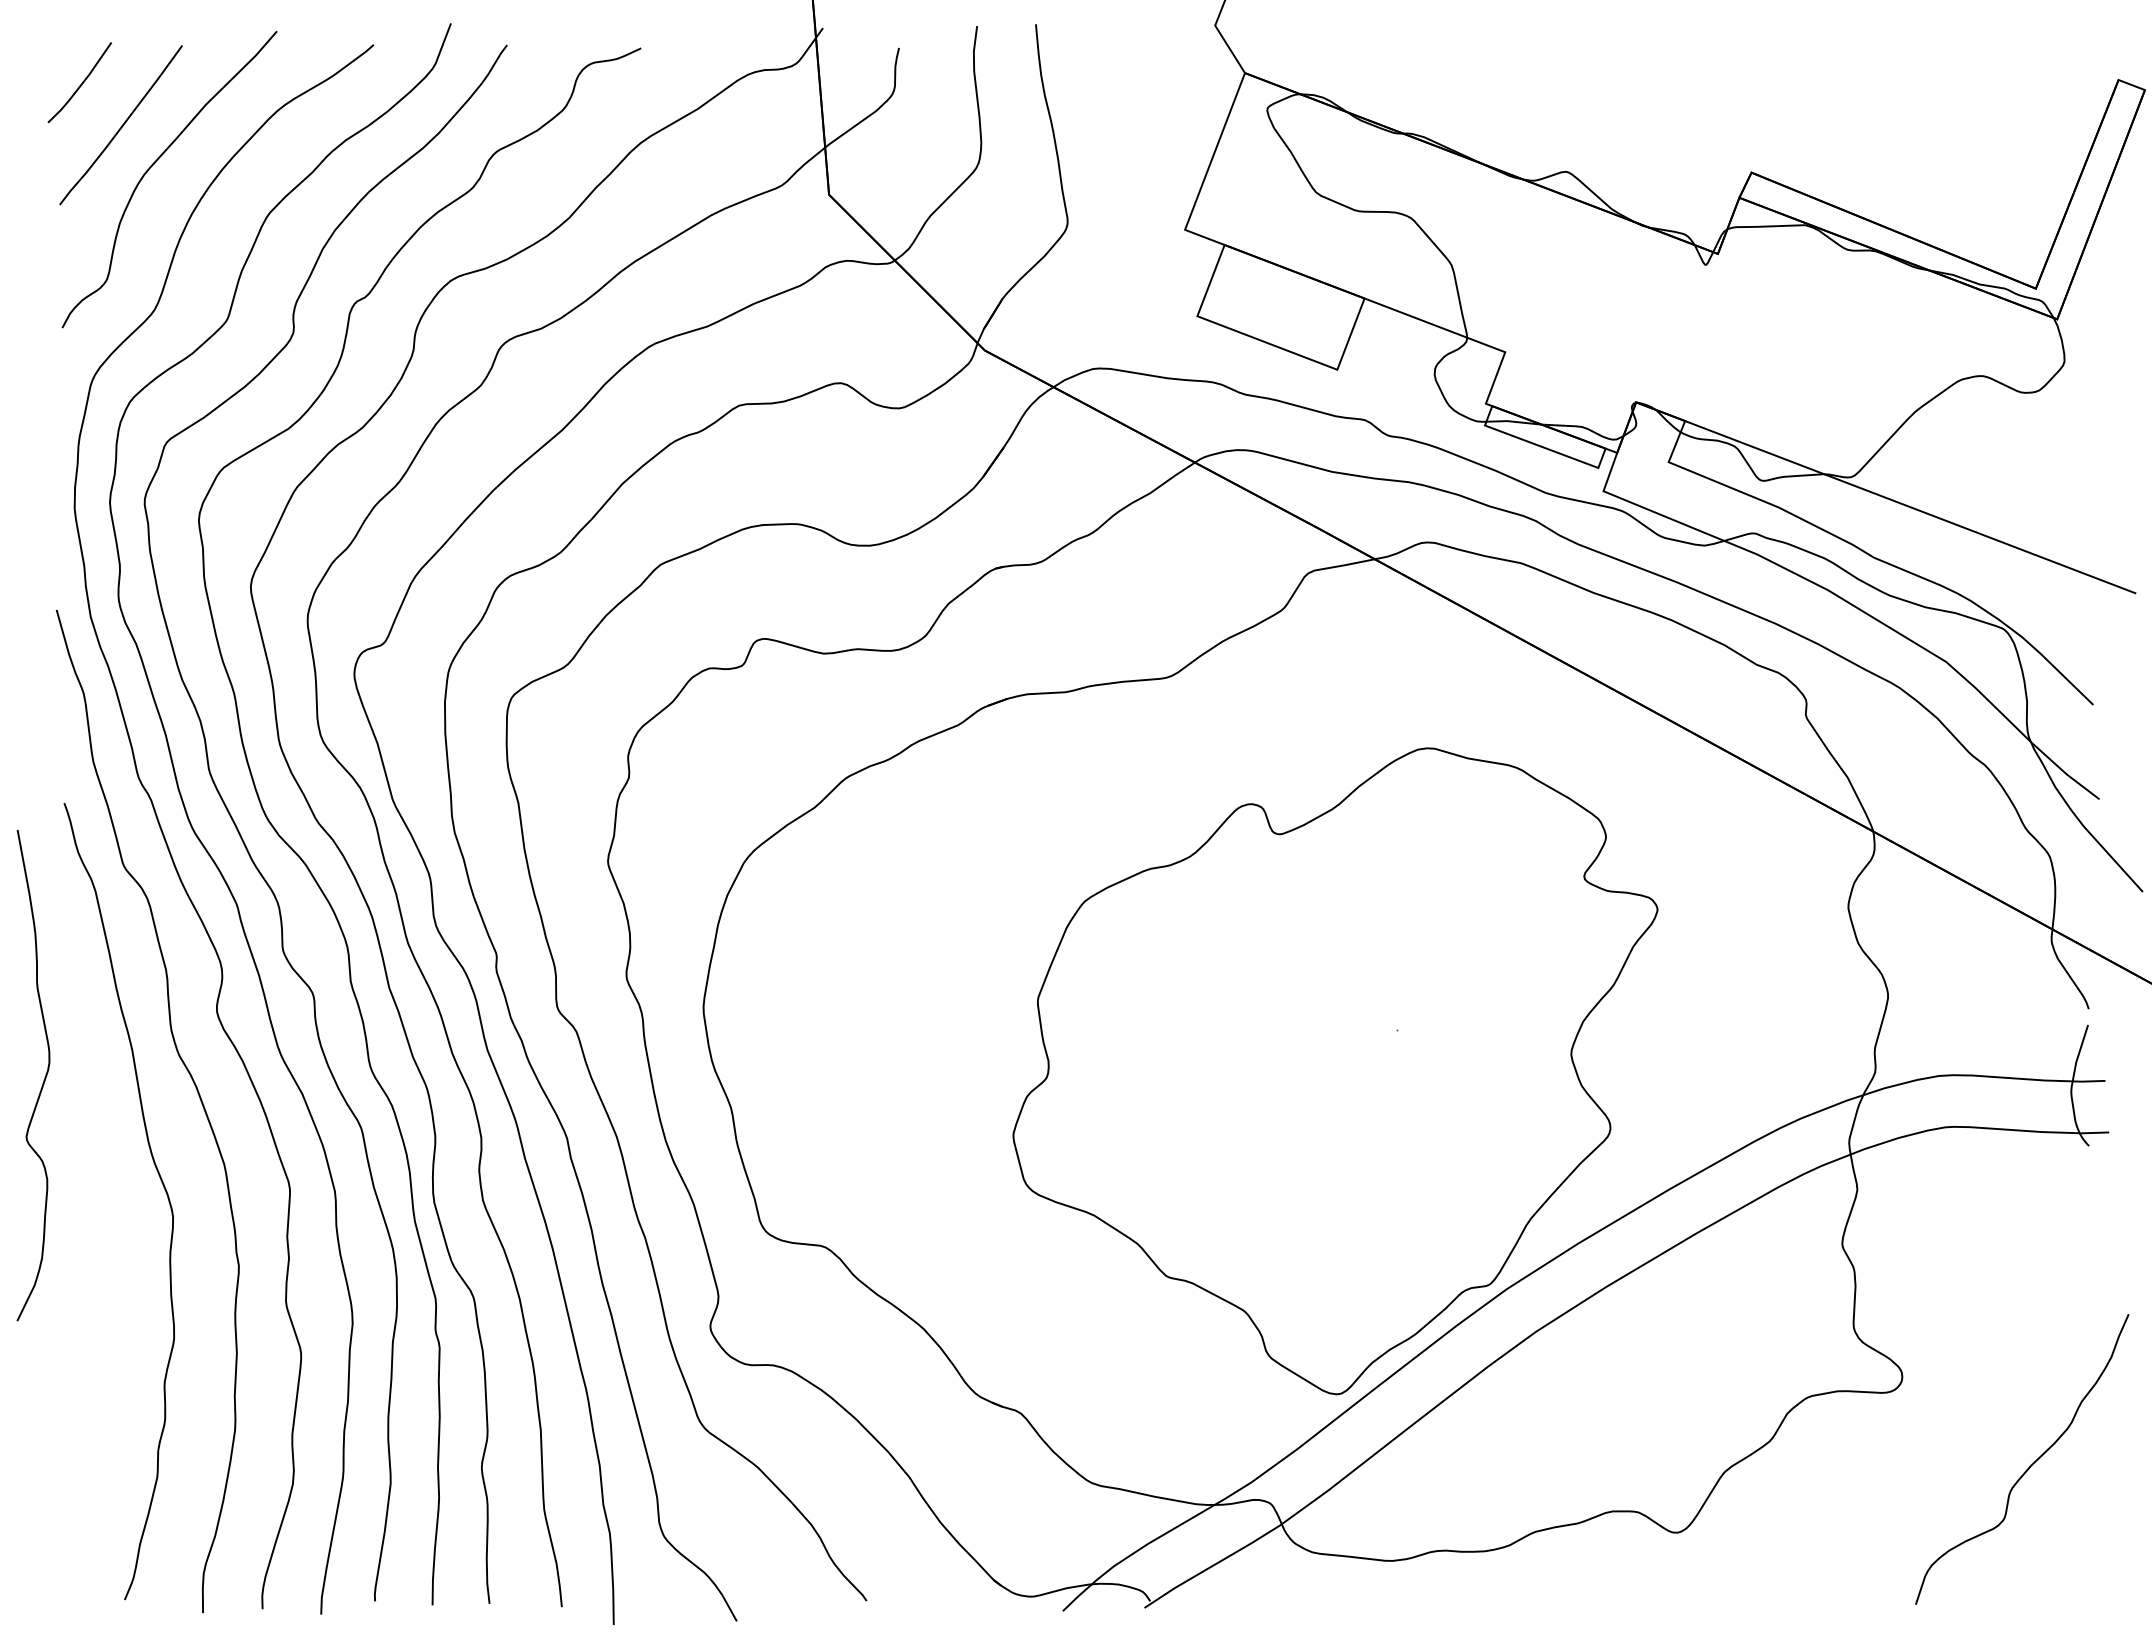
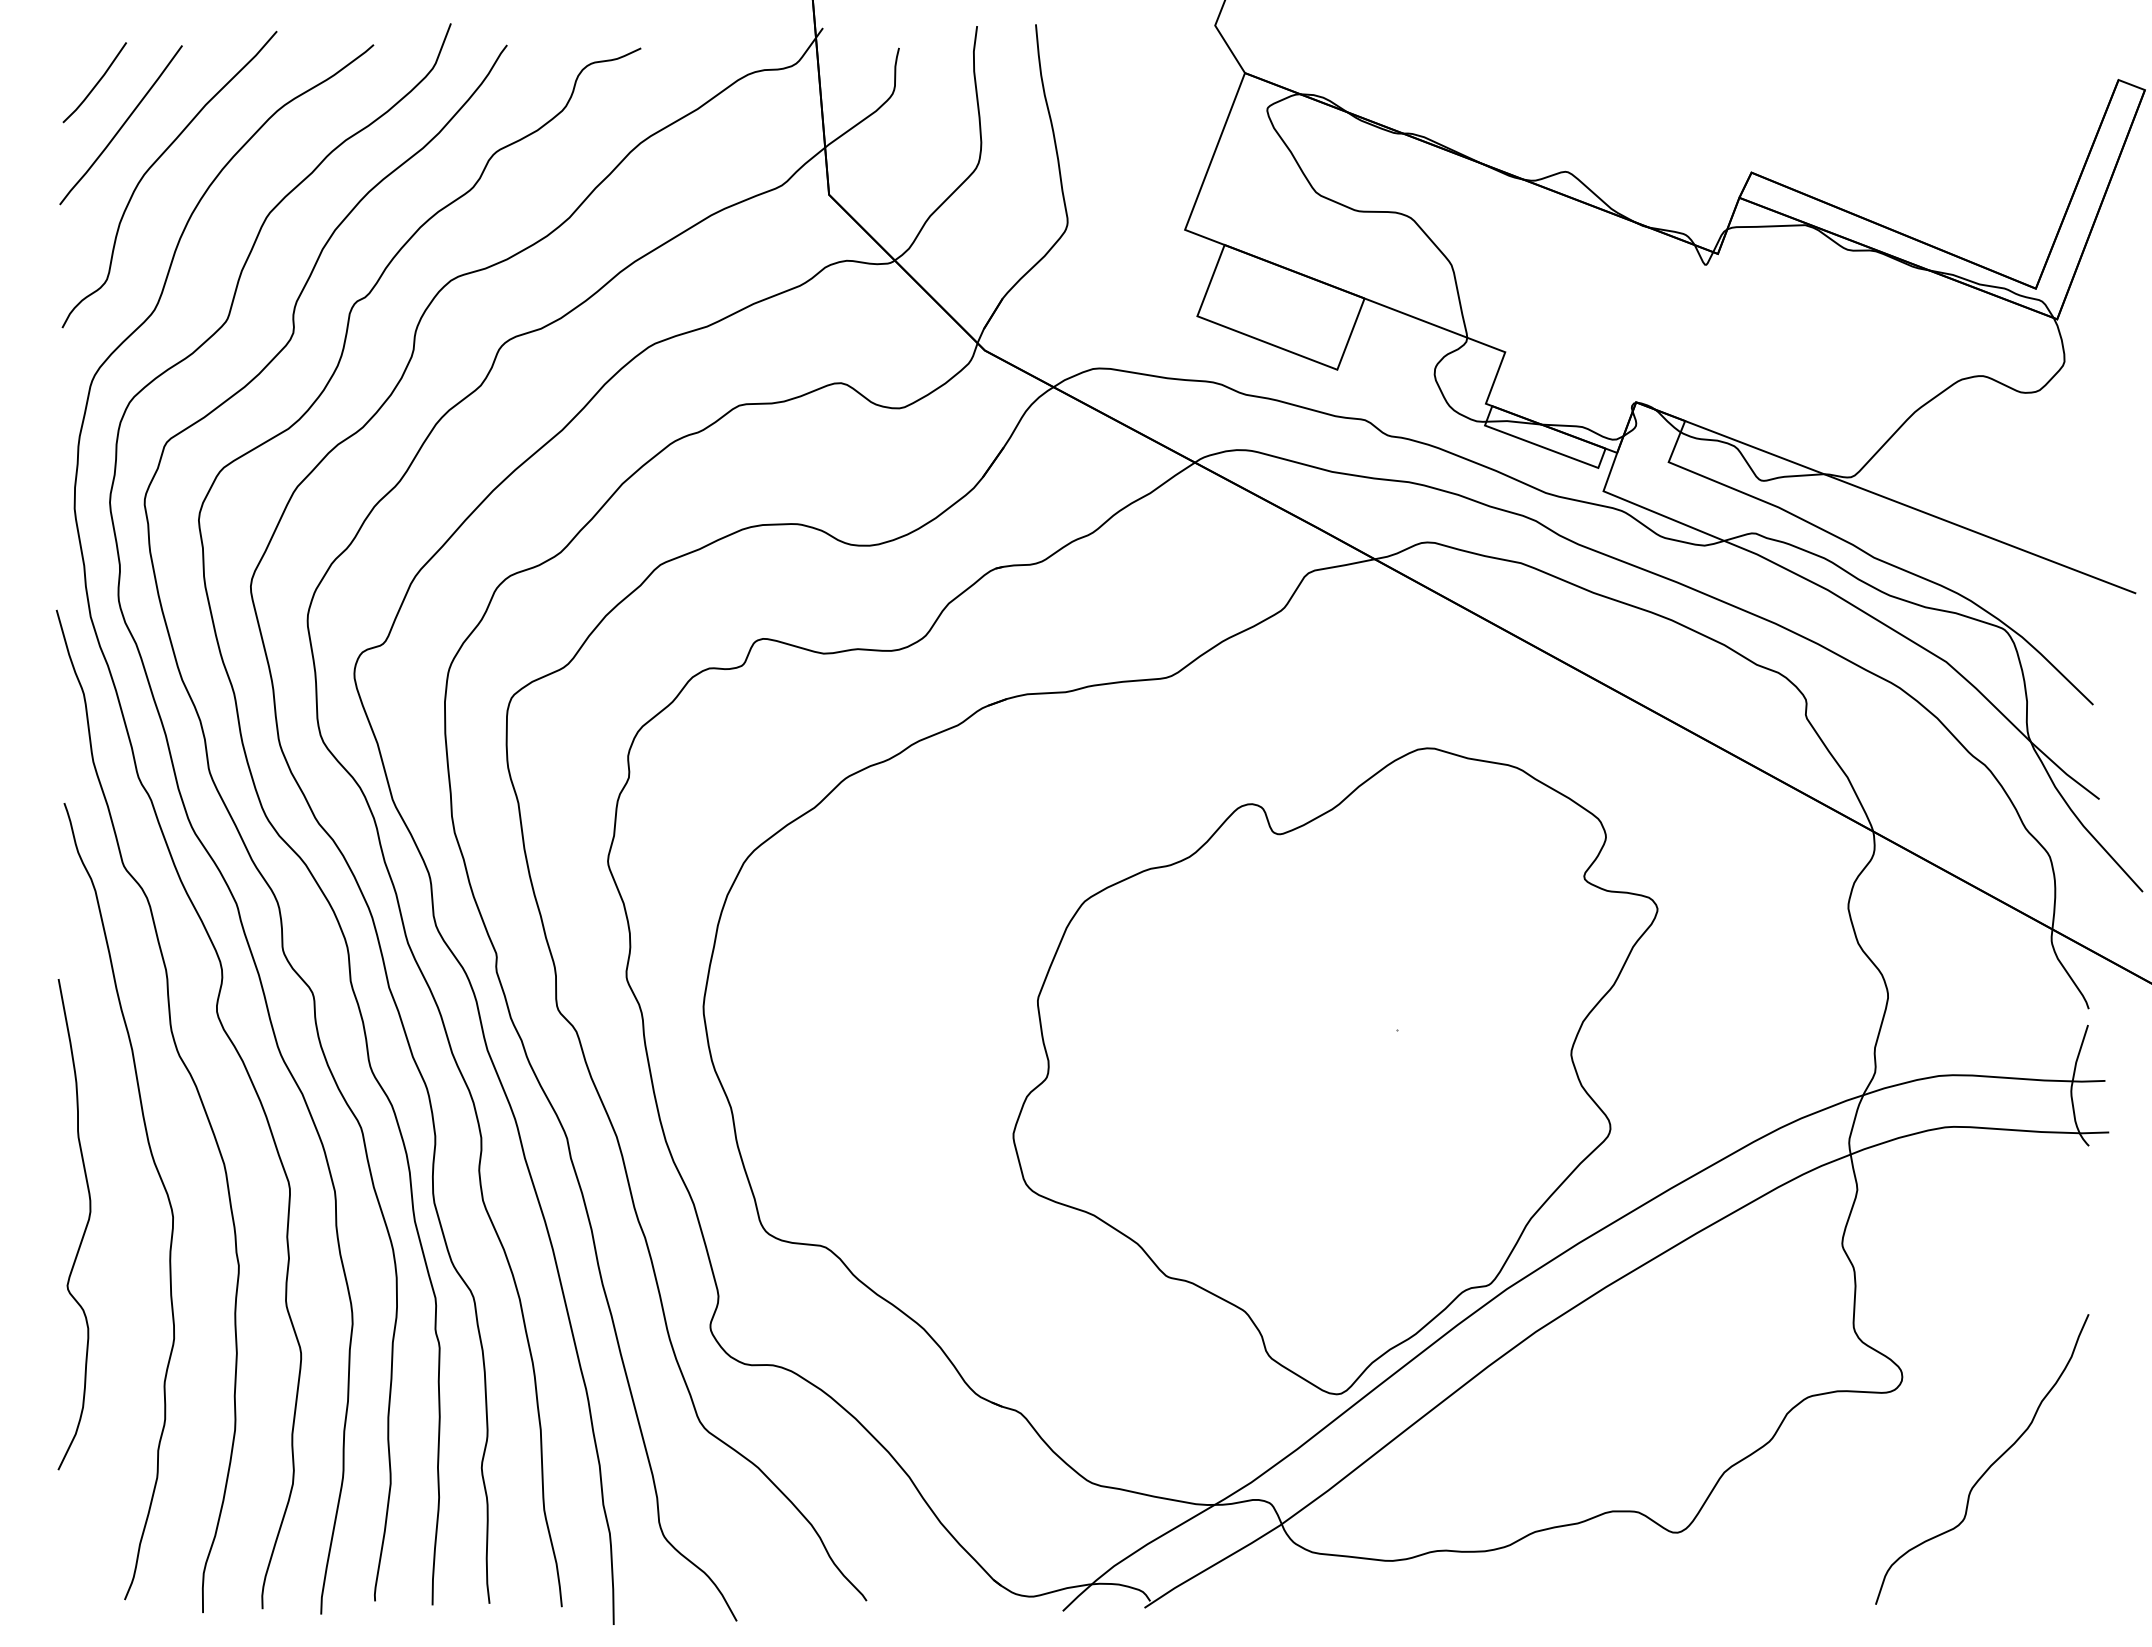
line at (81, 83) position: (81, 83) -> (96, 83)
curve at (44, 1077) position: (44, 1077) -> (85, 1226)
curve at (2029, 1466) position: (2029, 1466) -> (1989, 1466)
